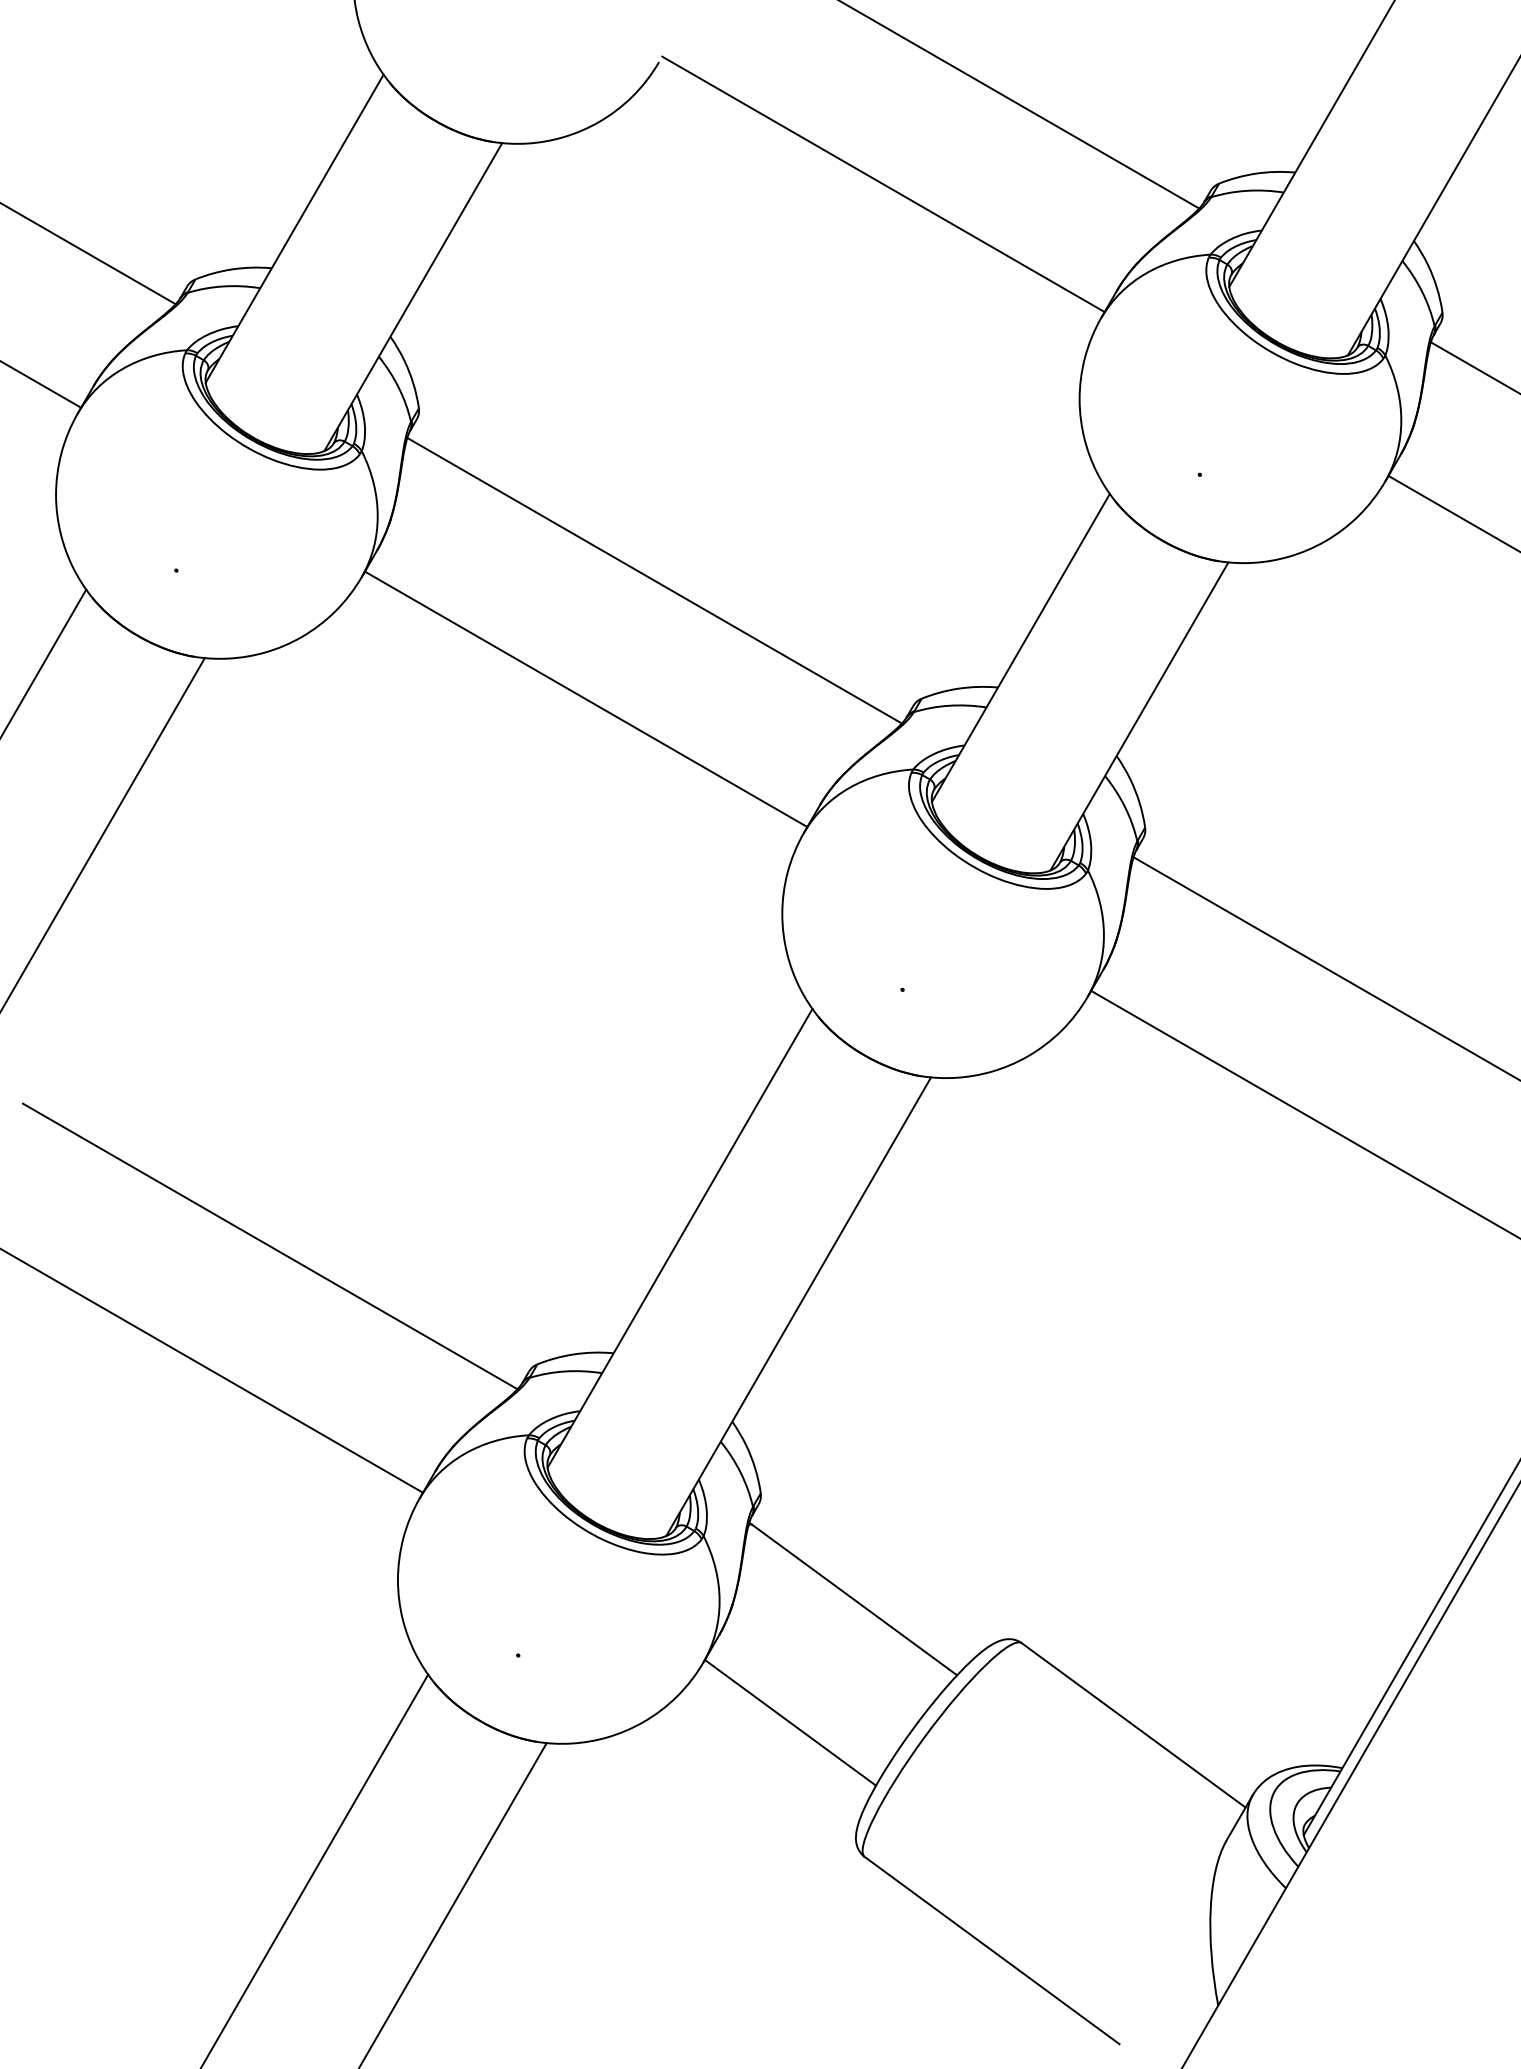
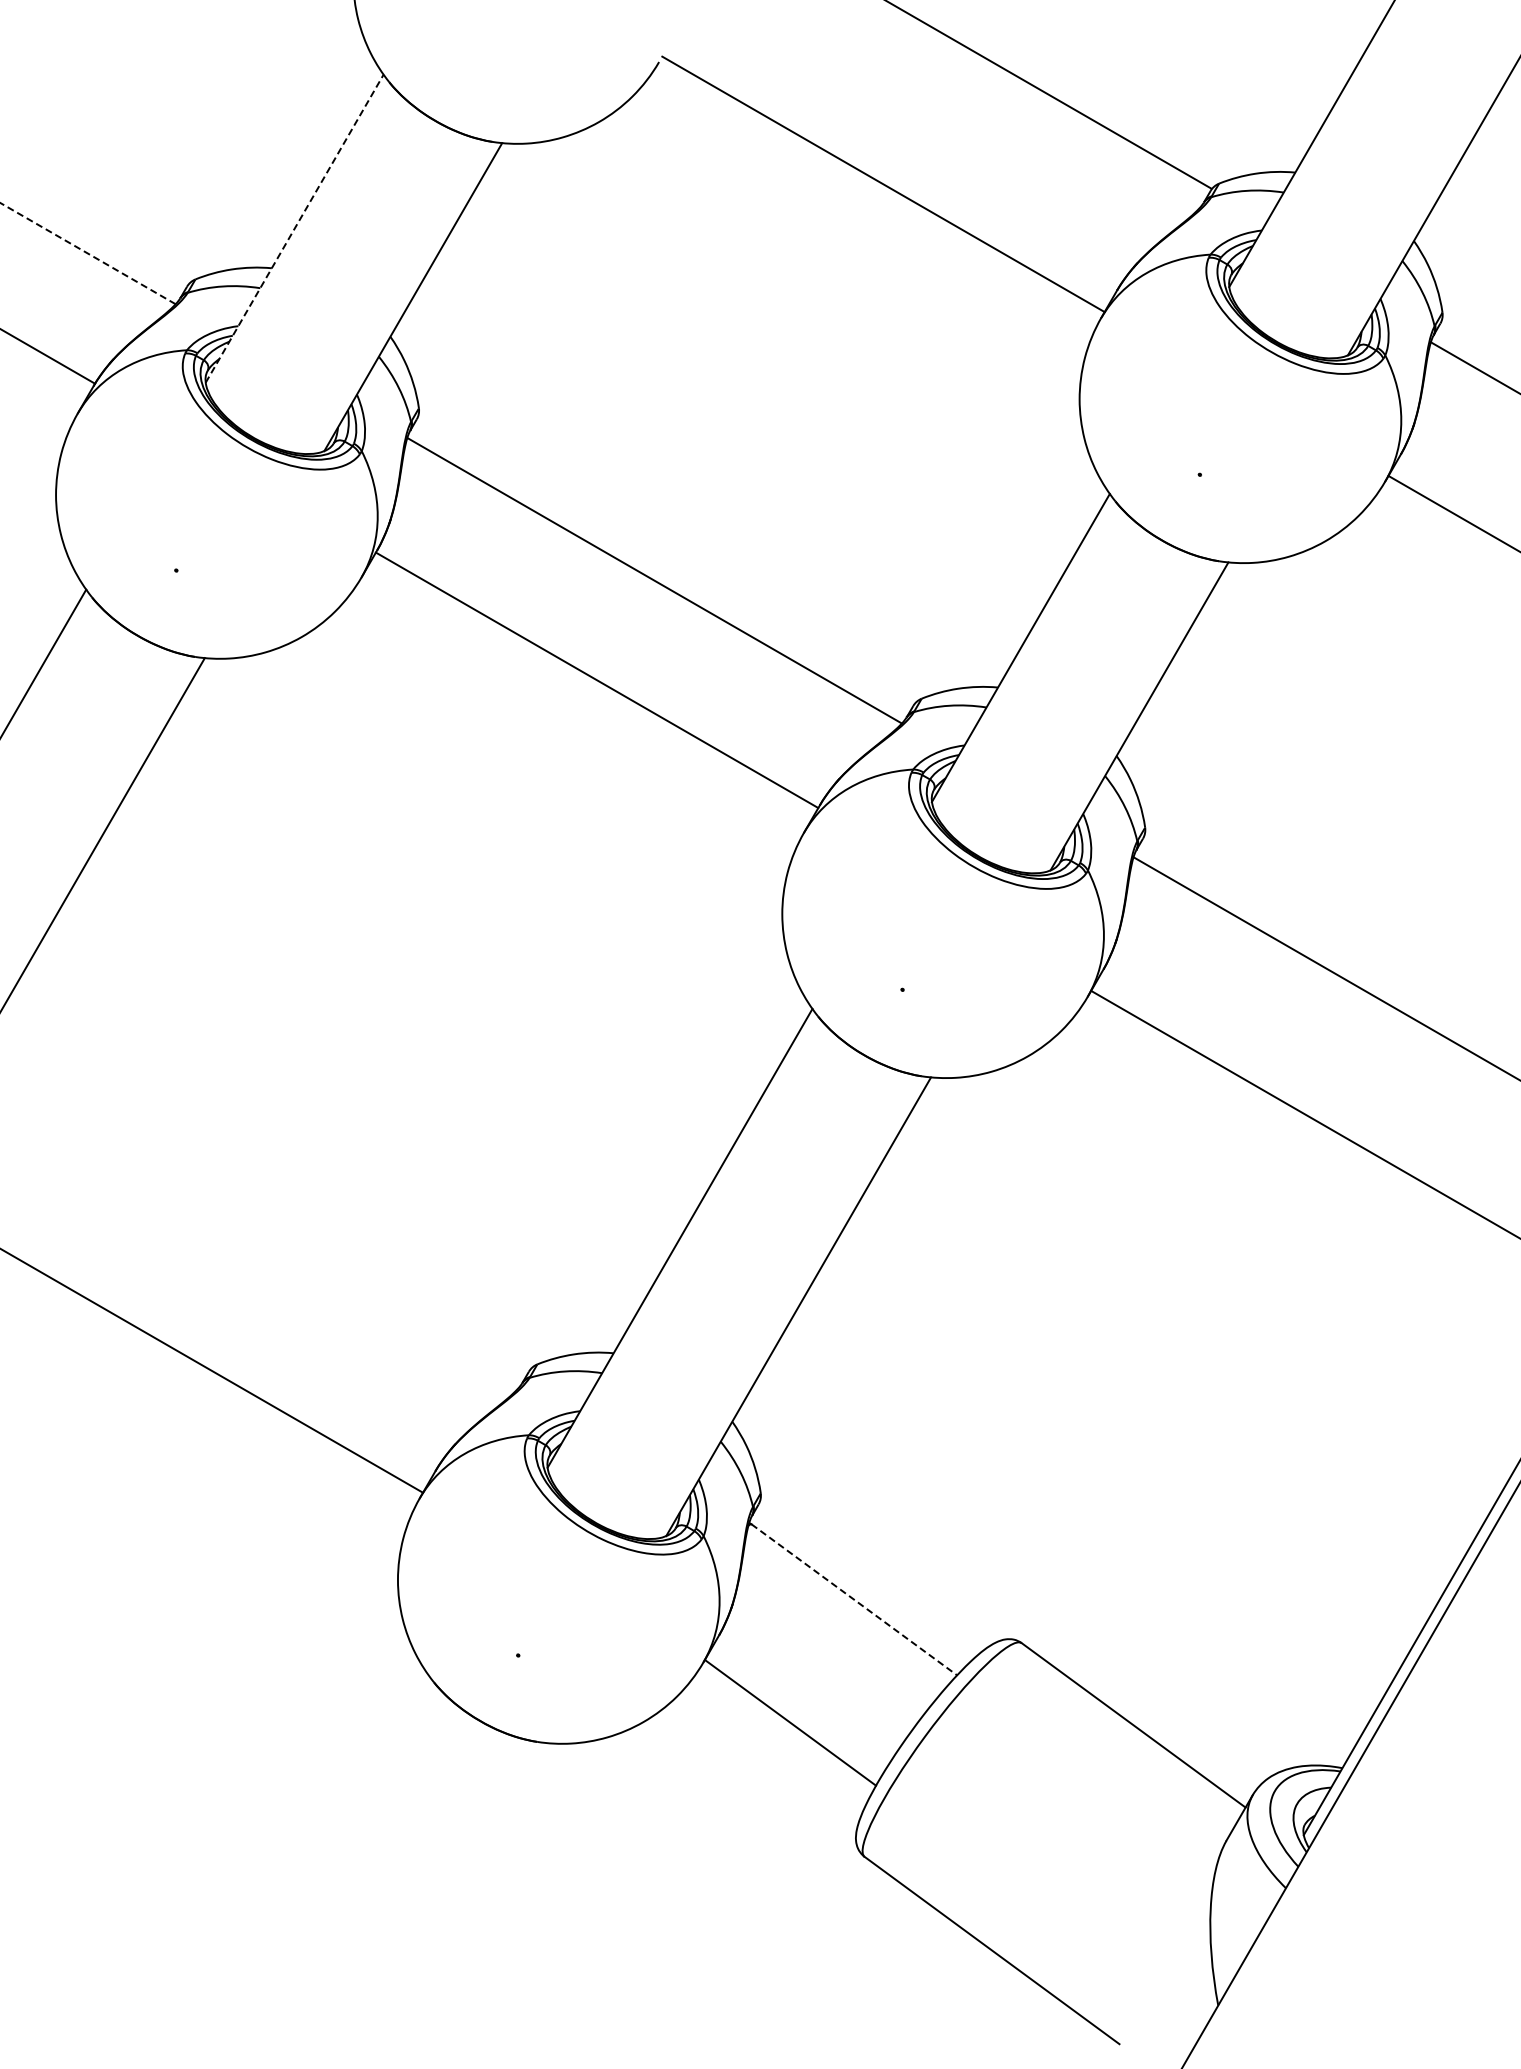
line at (1020, 105) position: (1020, 105) -> (1049, 95)
line at (294, 228): solid -> dashed
line at (87, 253): solid -> dashed
line at (41, 384) position: (41, 384) -> (48, 356)
line at (585, 699) position: (585, 699) -> (596, 680)
line at (270, 1246): present -> none
line at (854, 1599): solid -> dashed
line at (315, 1869): present -> none
line at (453, 1904): present -> none
